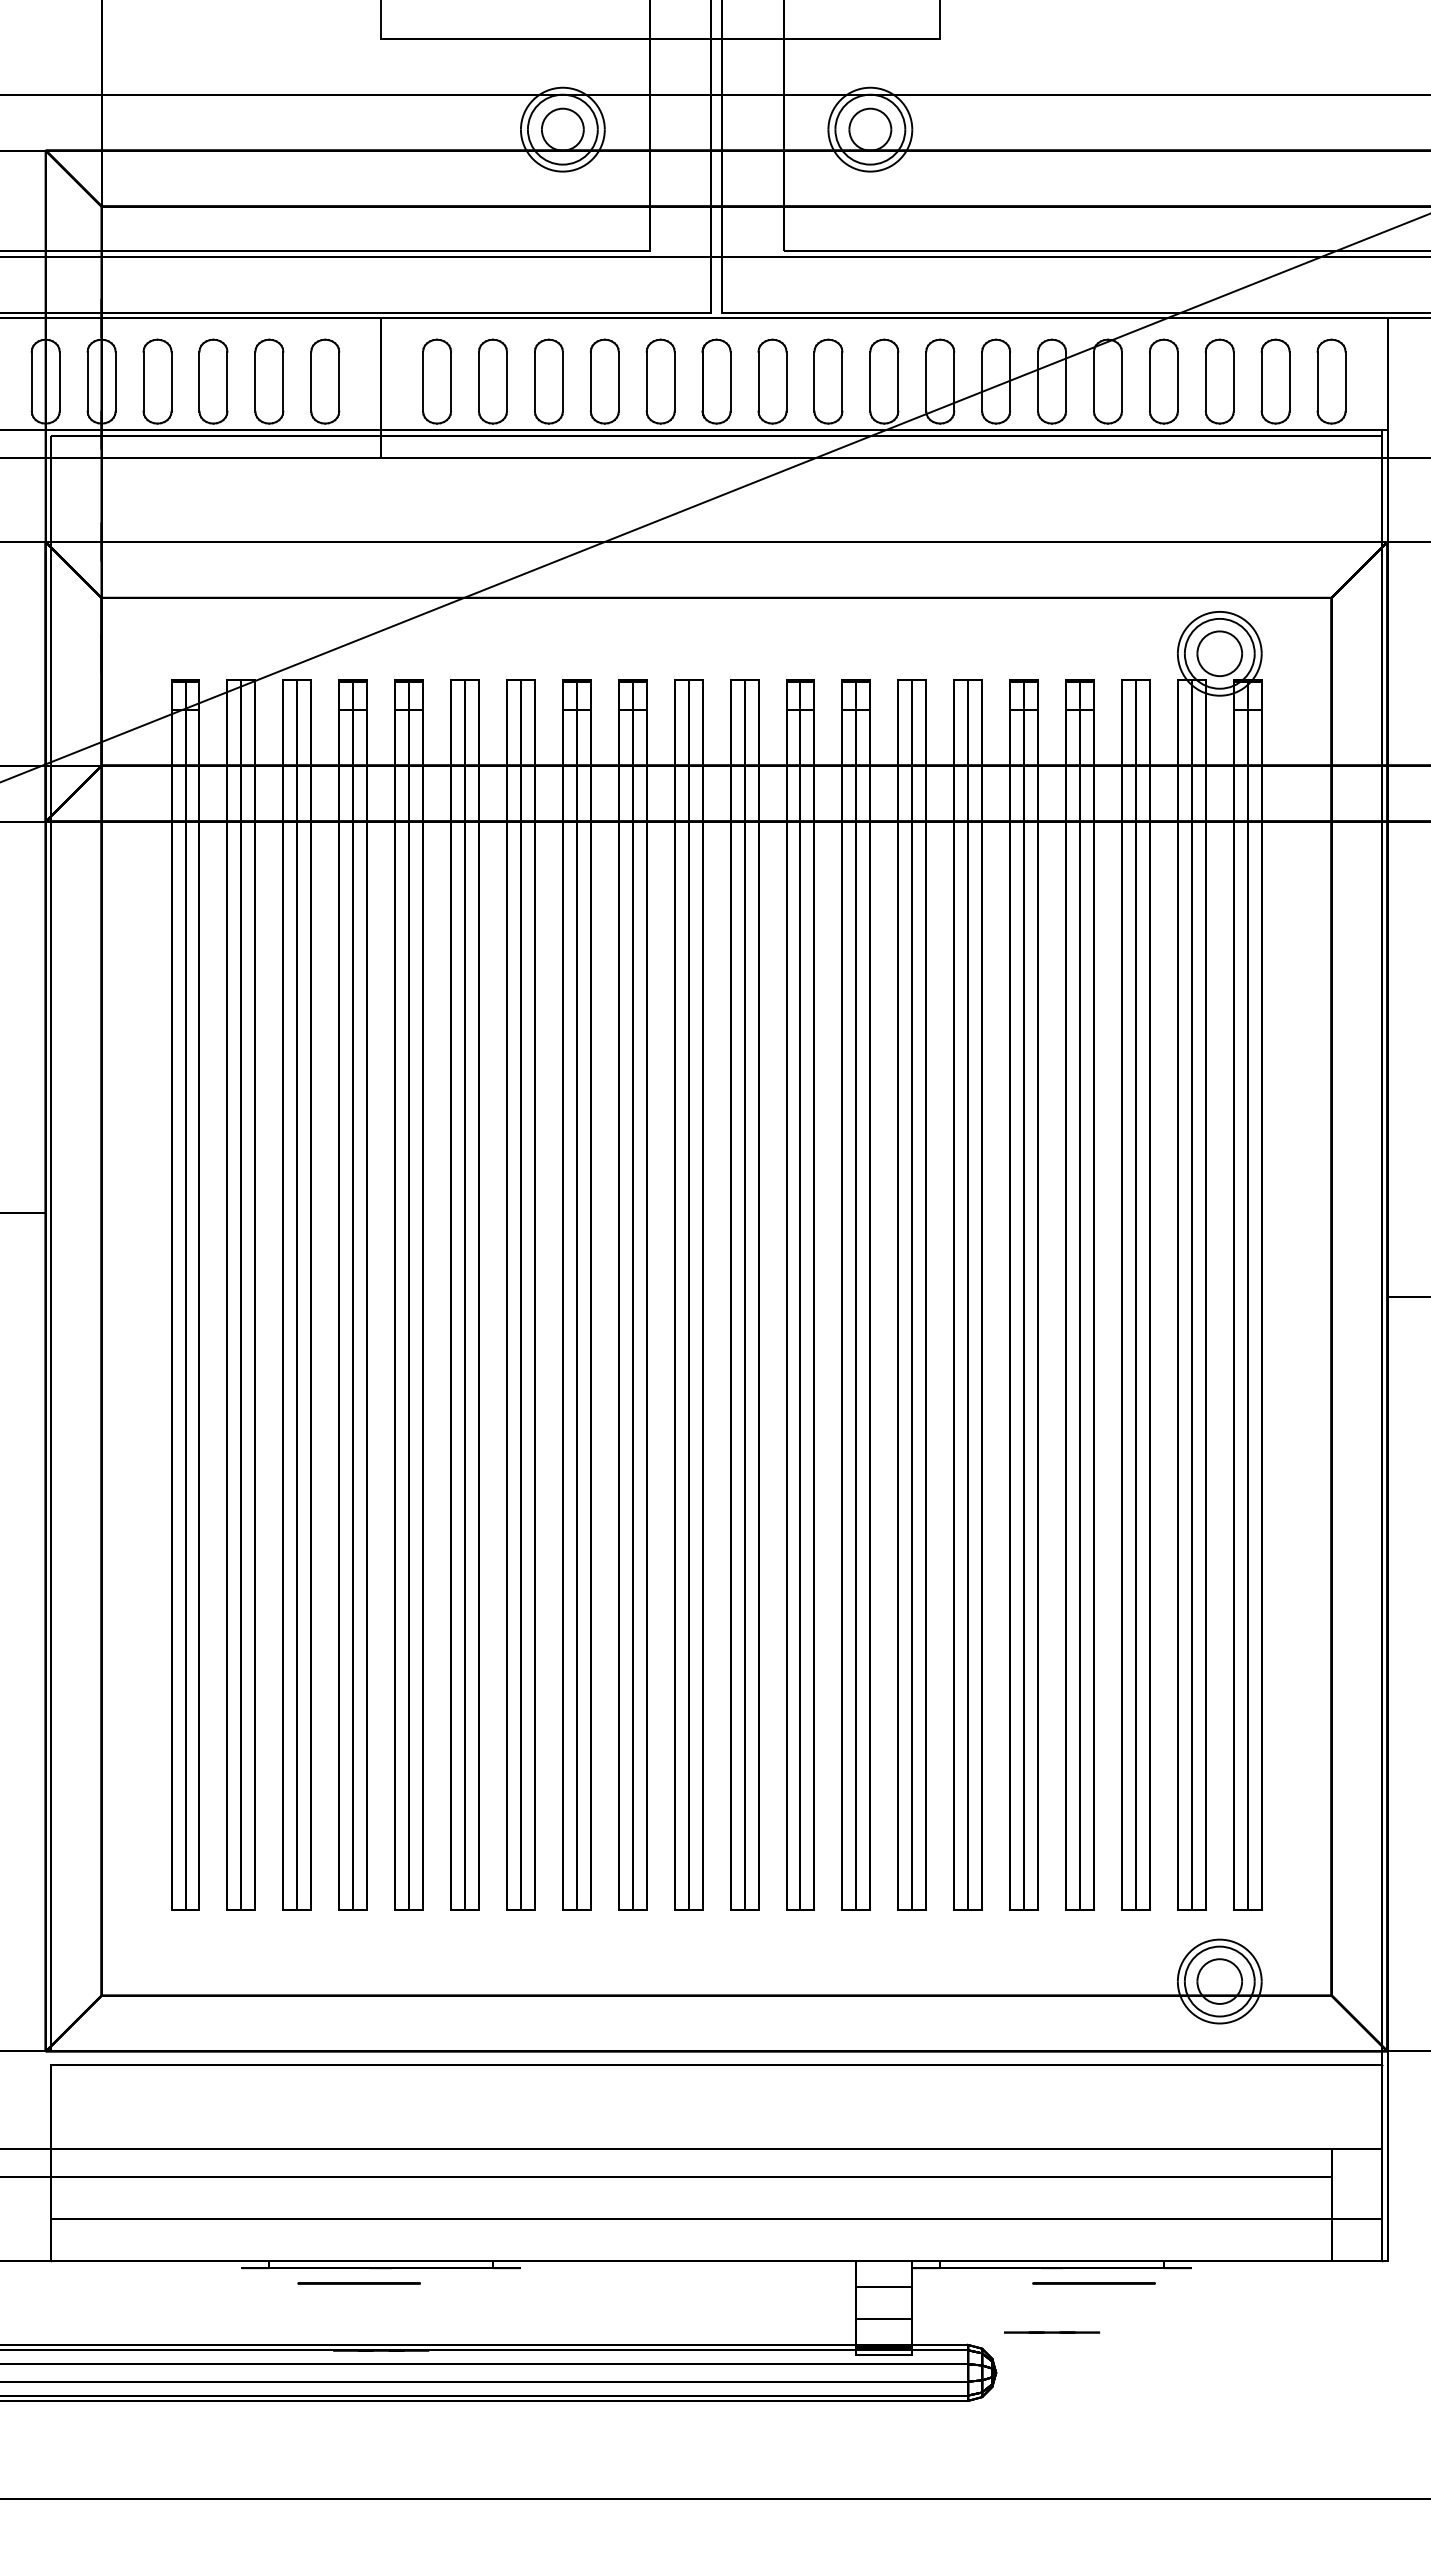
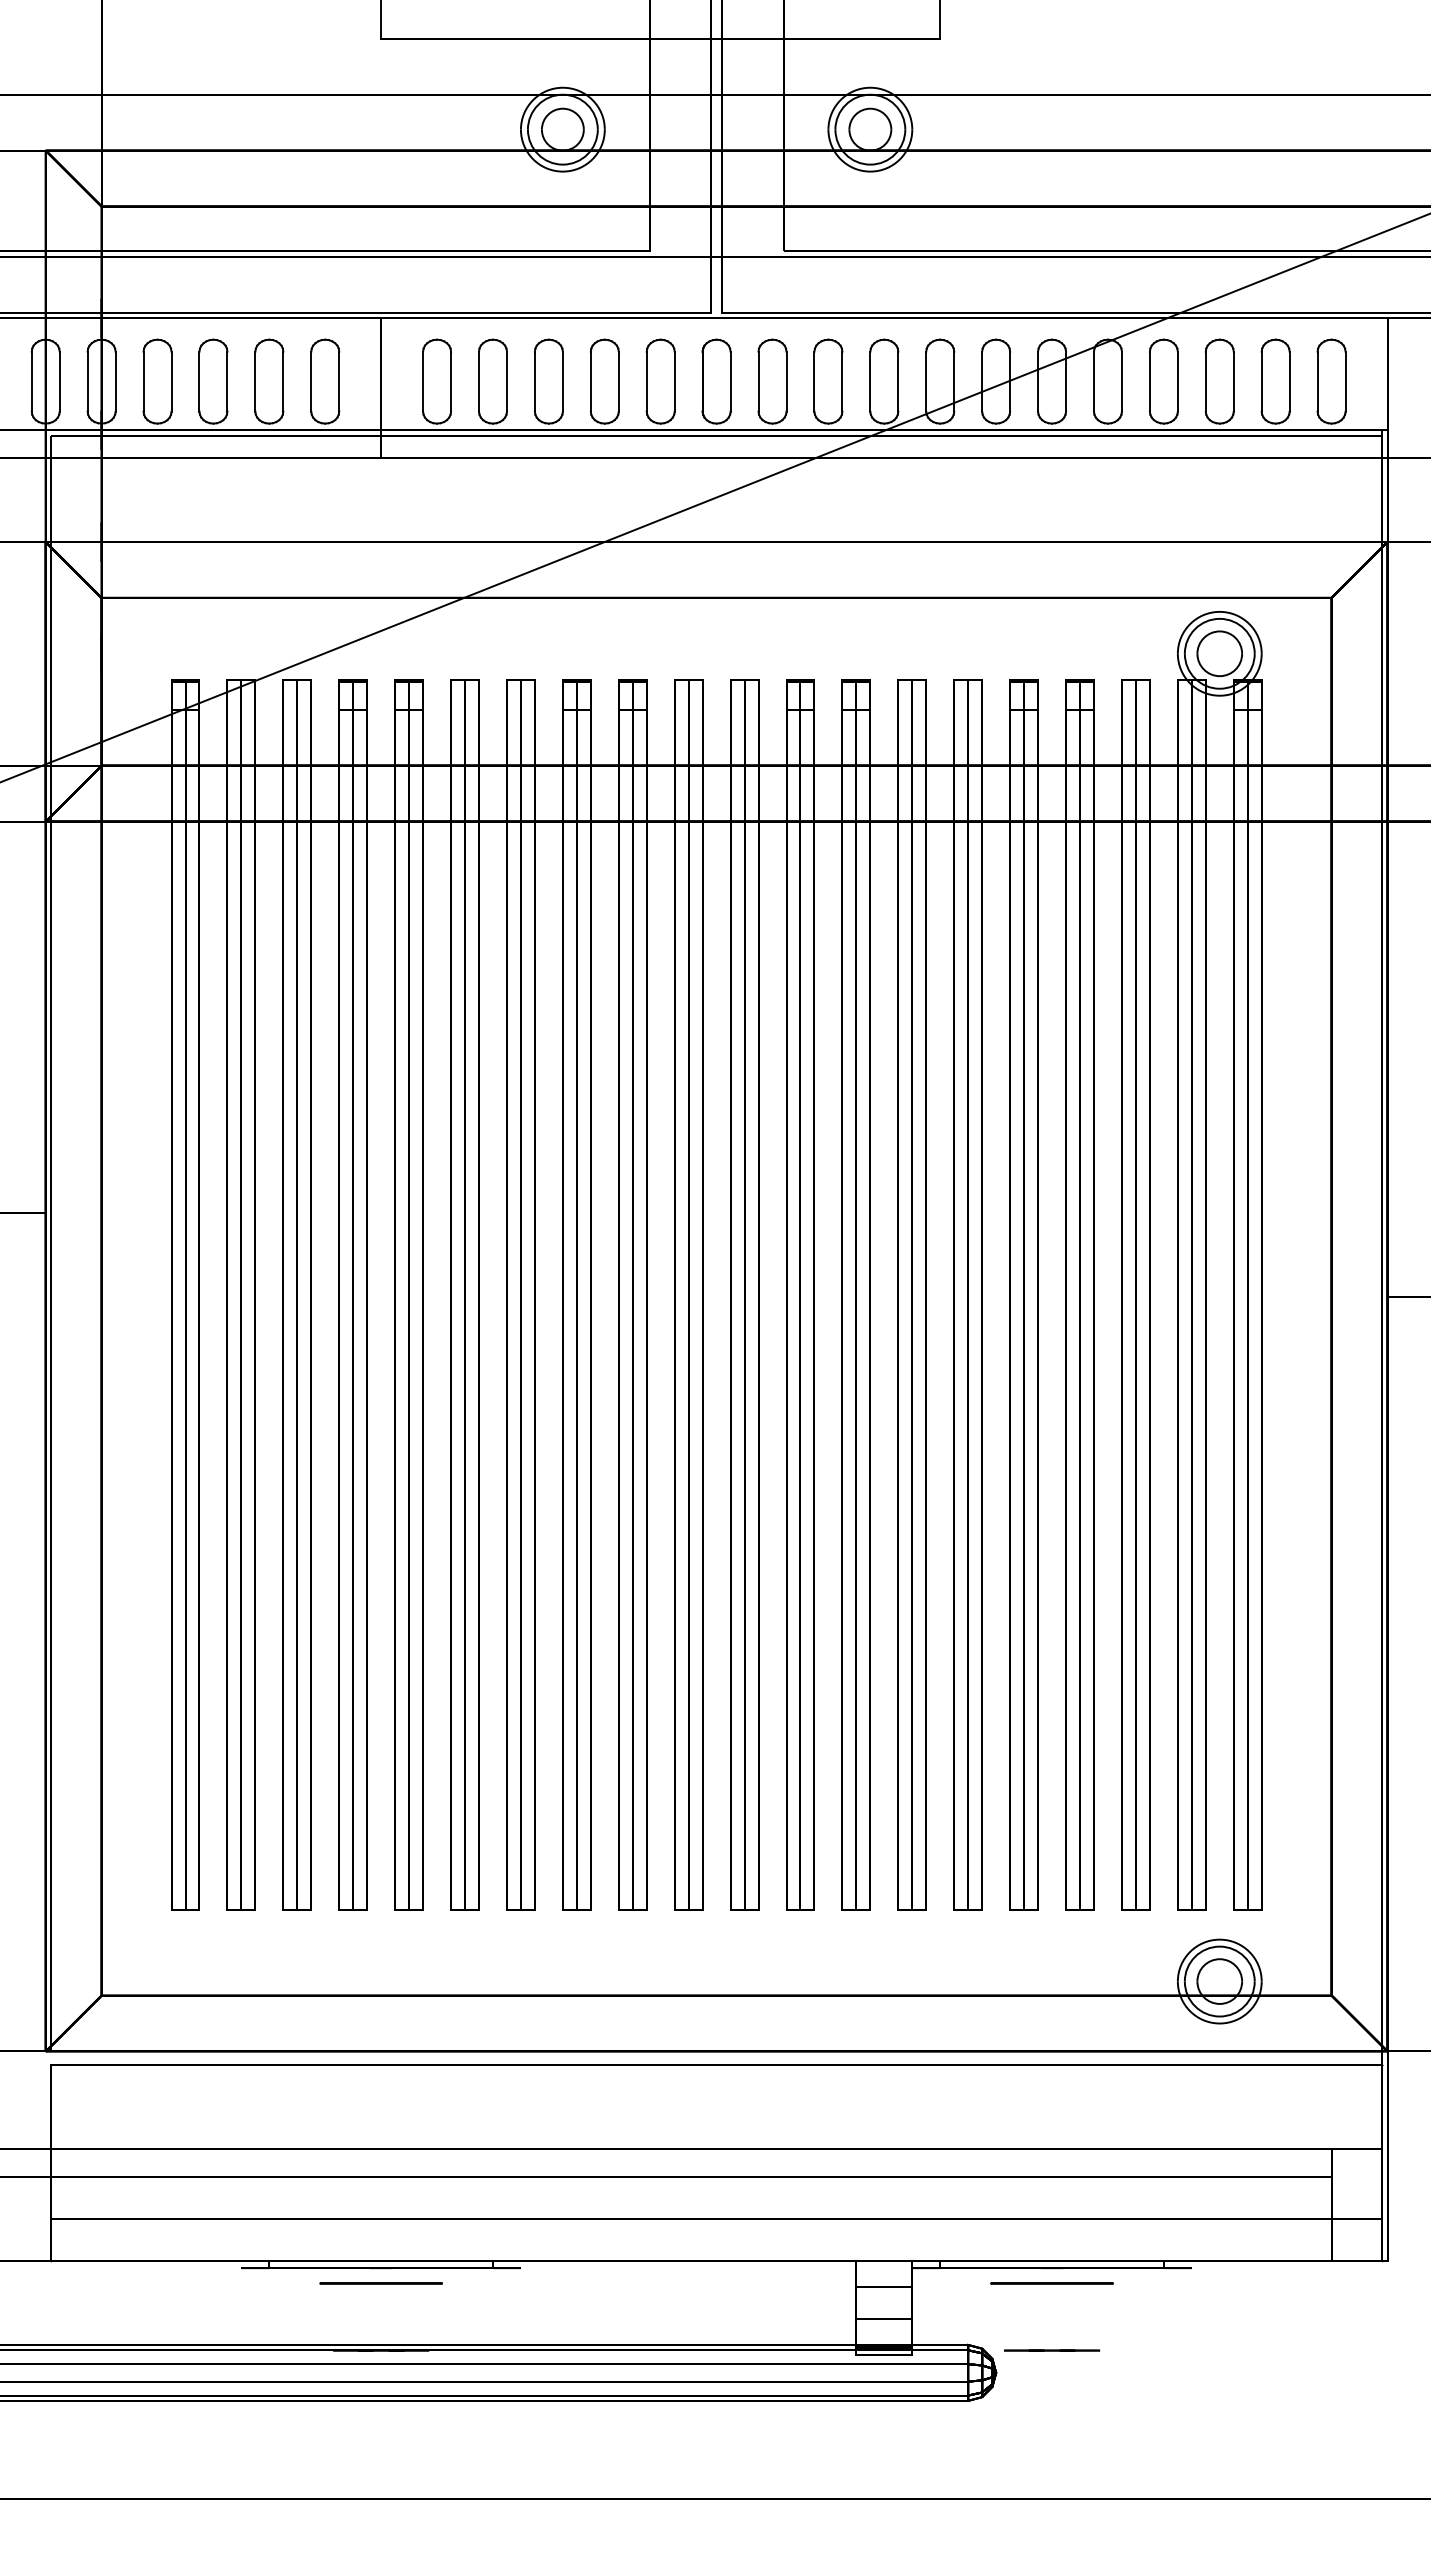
circle at (358, 2283) position: (358, 2283) -> (380, 2283)
circle at (1093, 2283) position: (1093, 2283) -> (1051, 2283)
line at (1052, 2332) position: (1052, 2332) -> (1052, 2350)
